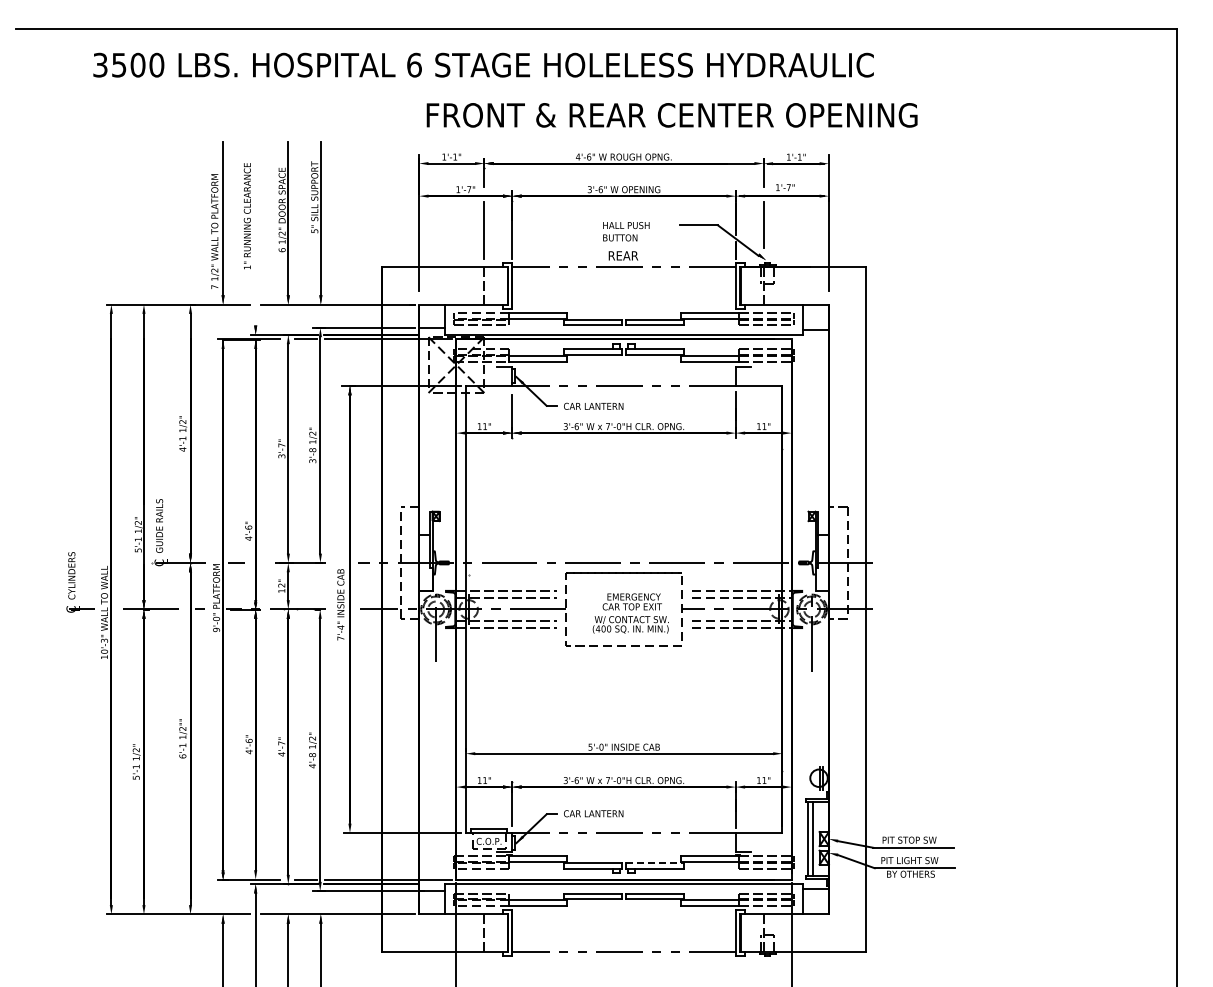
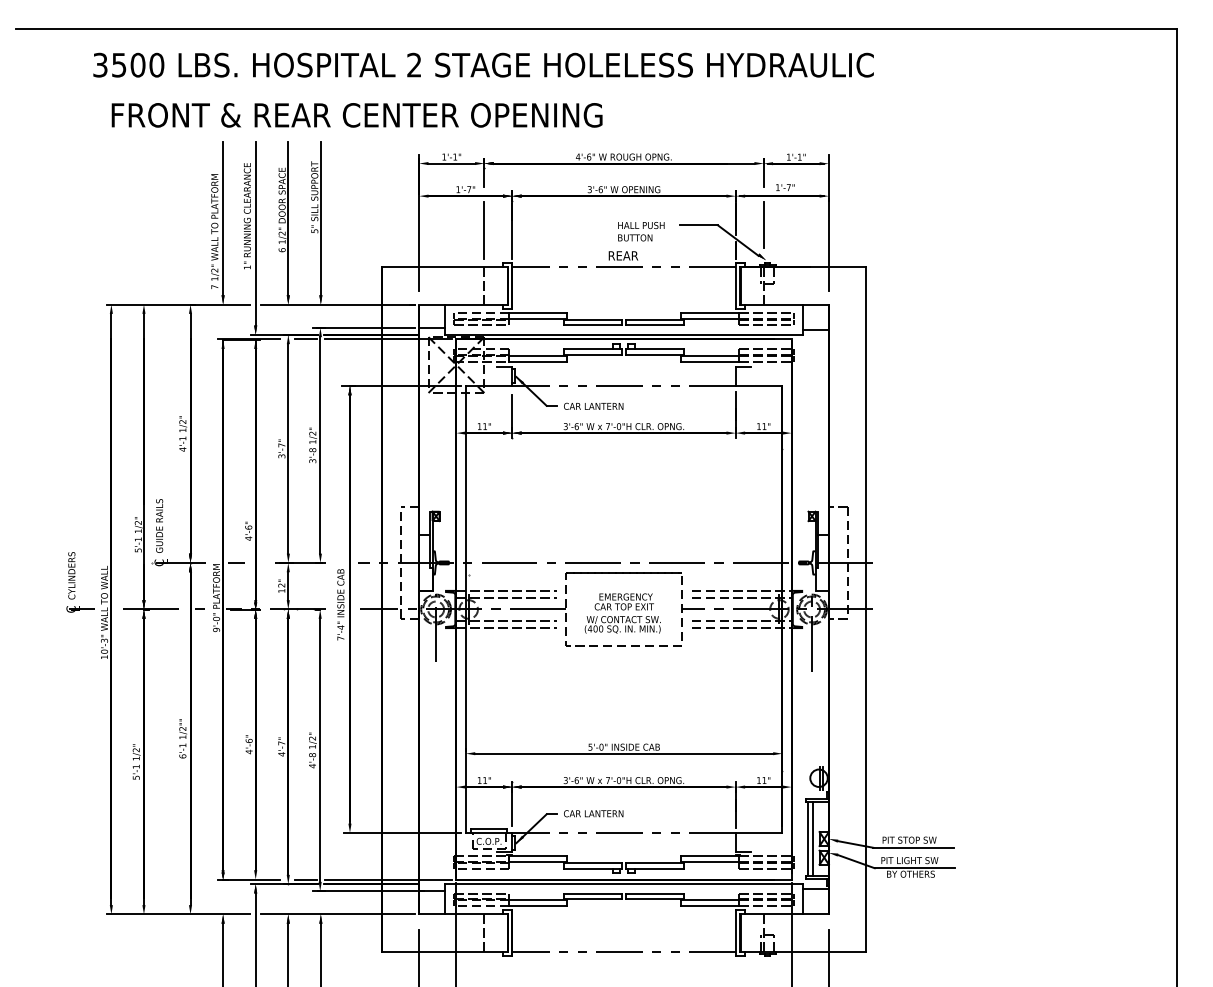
text at (414, 64): 6 -> 2
text at (671, 115) position: (671, 115) -> (356, 115)
text at (626, 231) position: (626, 231) -> (641, 231)
line at (255, 233): none -> present
text at (630, 613) position: (630, 613) -> (622, 613)
line at (655, 863): dashed -> solid
line at (419, 956): none -> present
line at (828, 956): none -> present
